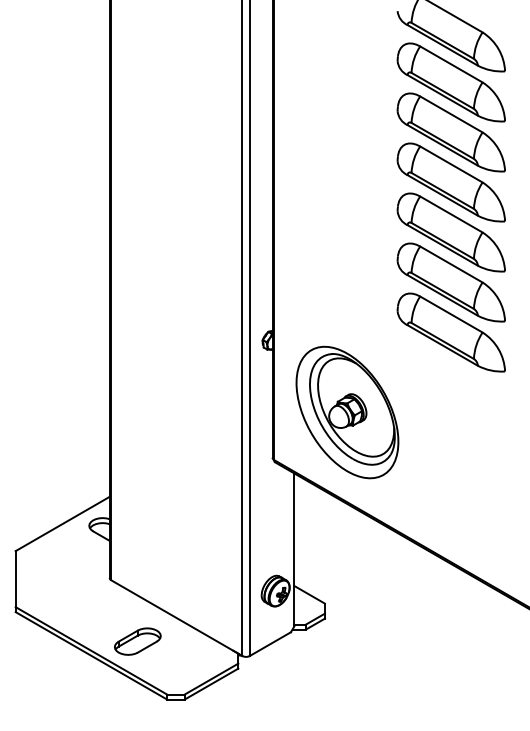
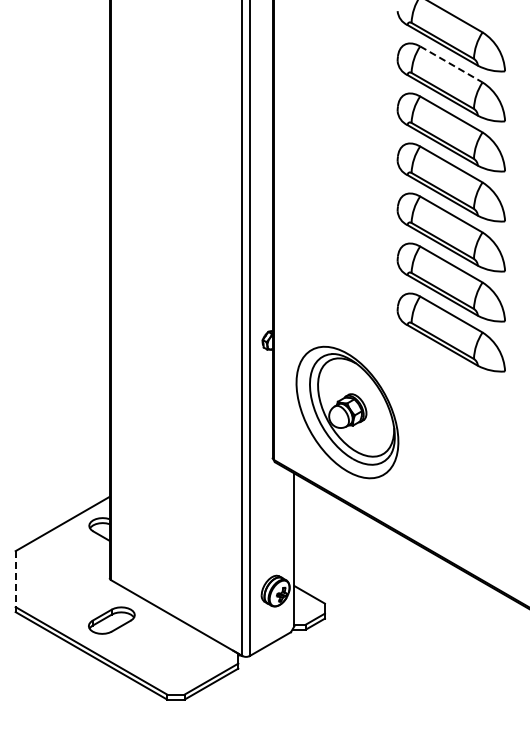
line at (451, 64): solid -> dashed
line at (15, 579): solid -> dashed
part at (137, 641) position: (137, 641) -> (111, 620)
